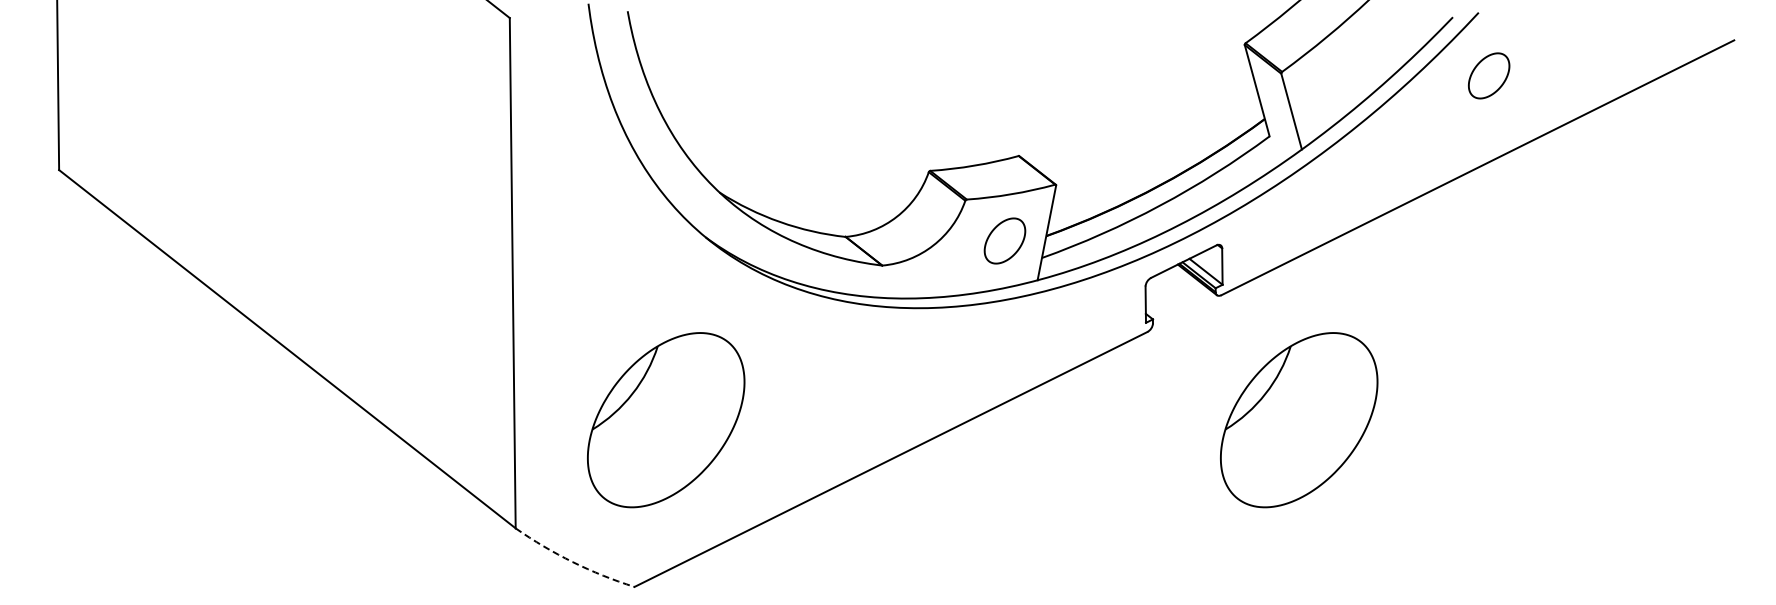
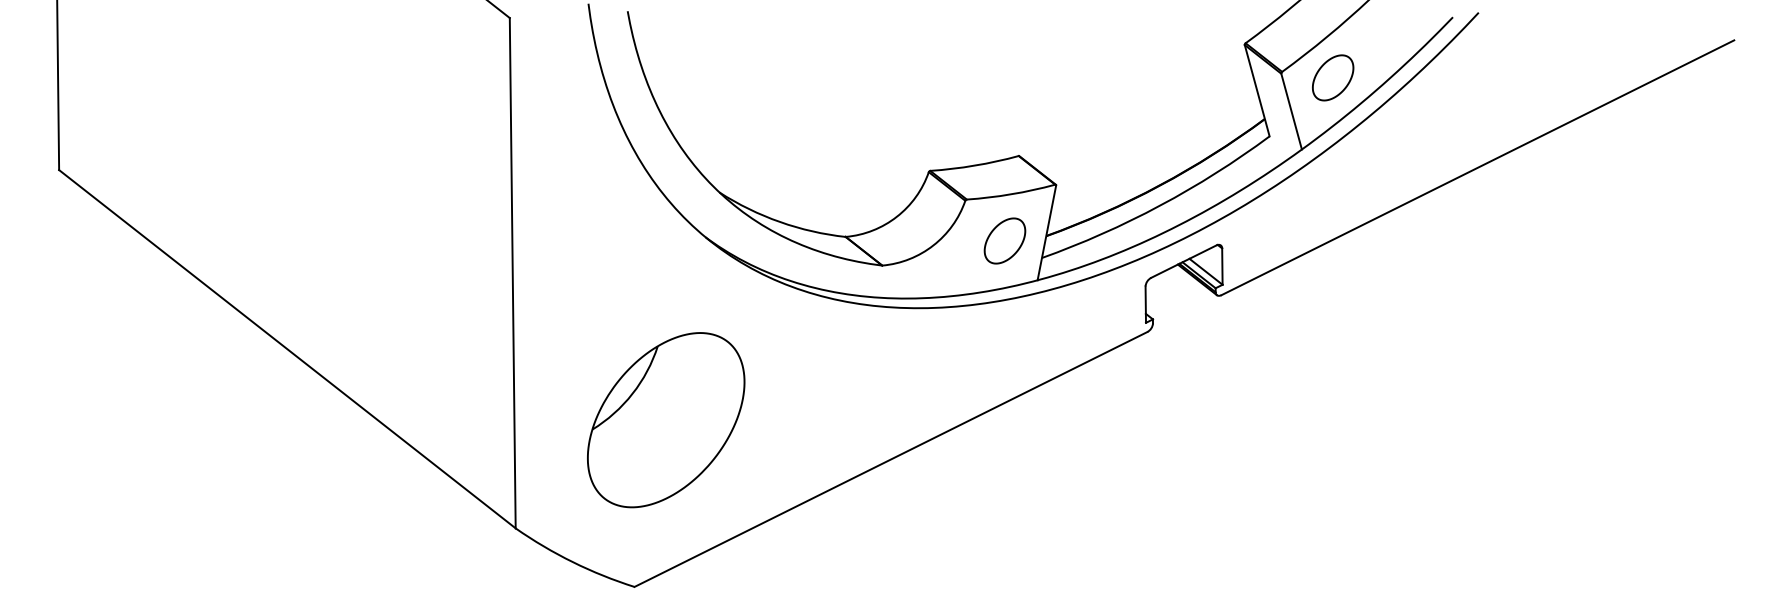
part at (1489, 75) position: (1489, 75) -> (1333, 77)
part at (1299, 420): present -> none
arc at (572, 562): dashed -> solid
